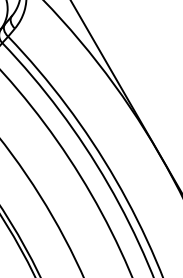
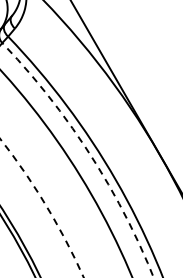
arc at (89, 153): solid -> dashed
arc at (46, 205): solid -> dashed
